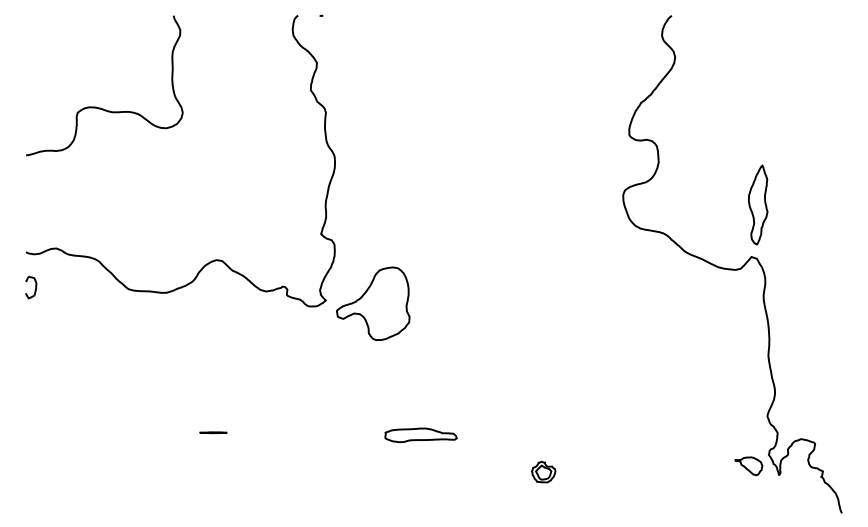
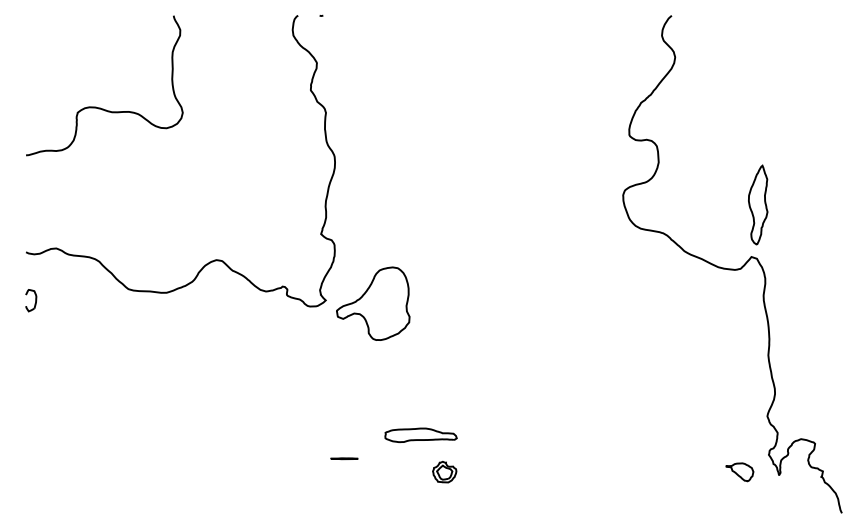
part at (31, 287) position: (31, 287) -> (31, 300)
line at (213, 432) position: (213, 432) -> (344, 458)
part at (748, 466) position: (748, 466) -> (739, 472)
part at (543, 471) position: (543, 471) -> (444, 471)
